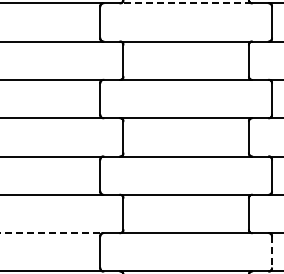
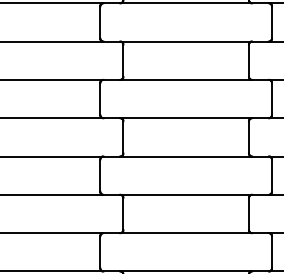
line at (186, 3): dashed -> solid
line at (52, 233): dashed -> solid
line at (271, 252): dashed -> solid
